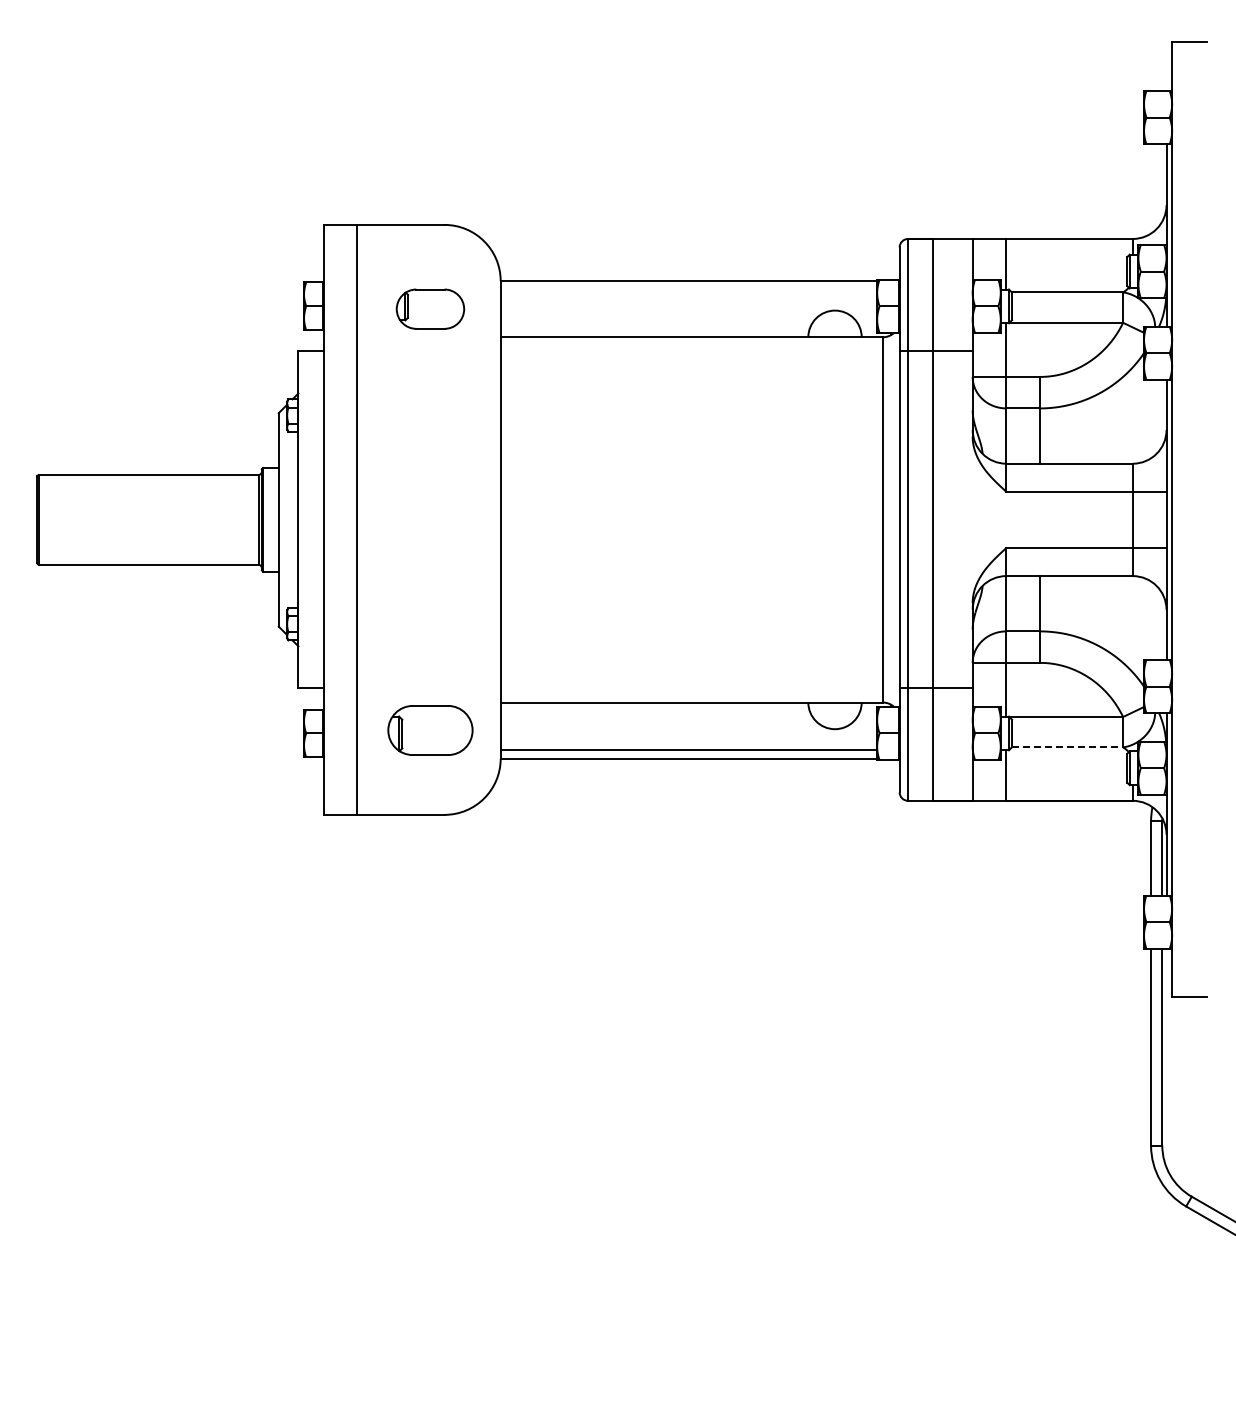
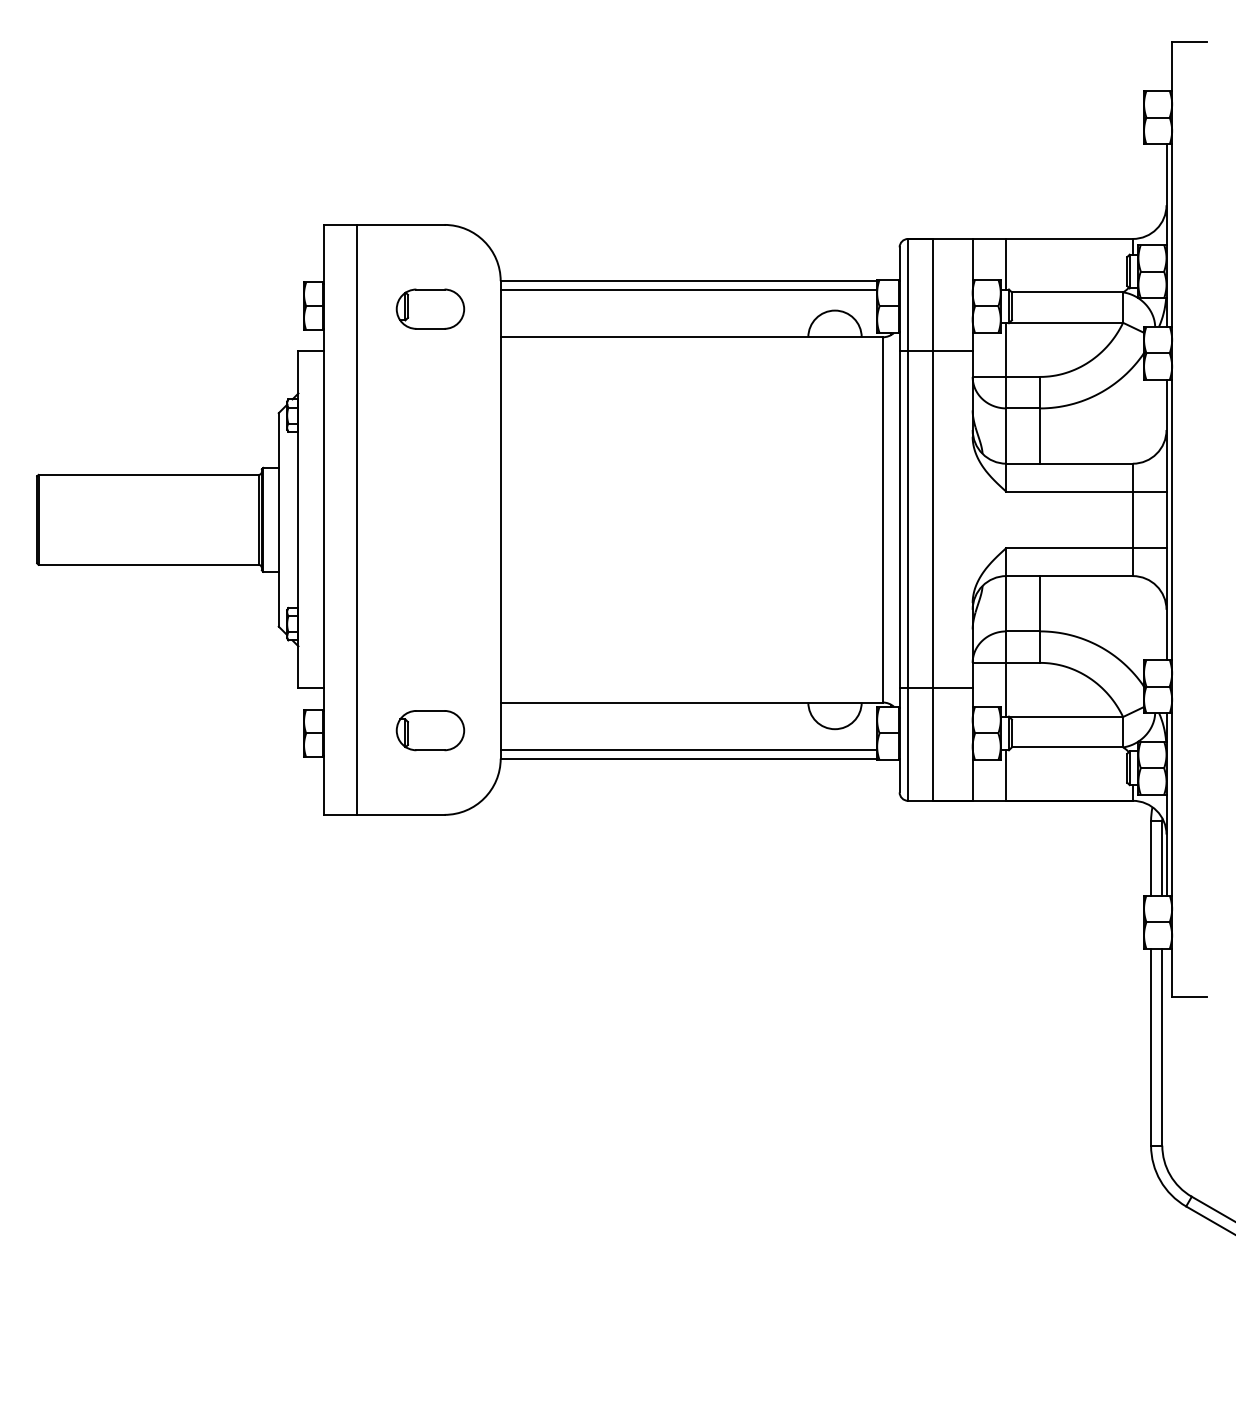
line at (688, 289): none -> present
part at (430, 730) size: 87x51 px -> 71x42 px
line at (1067, 747): dashed -> solid
